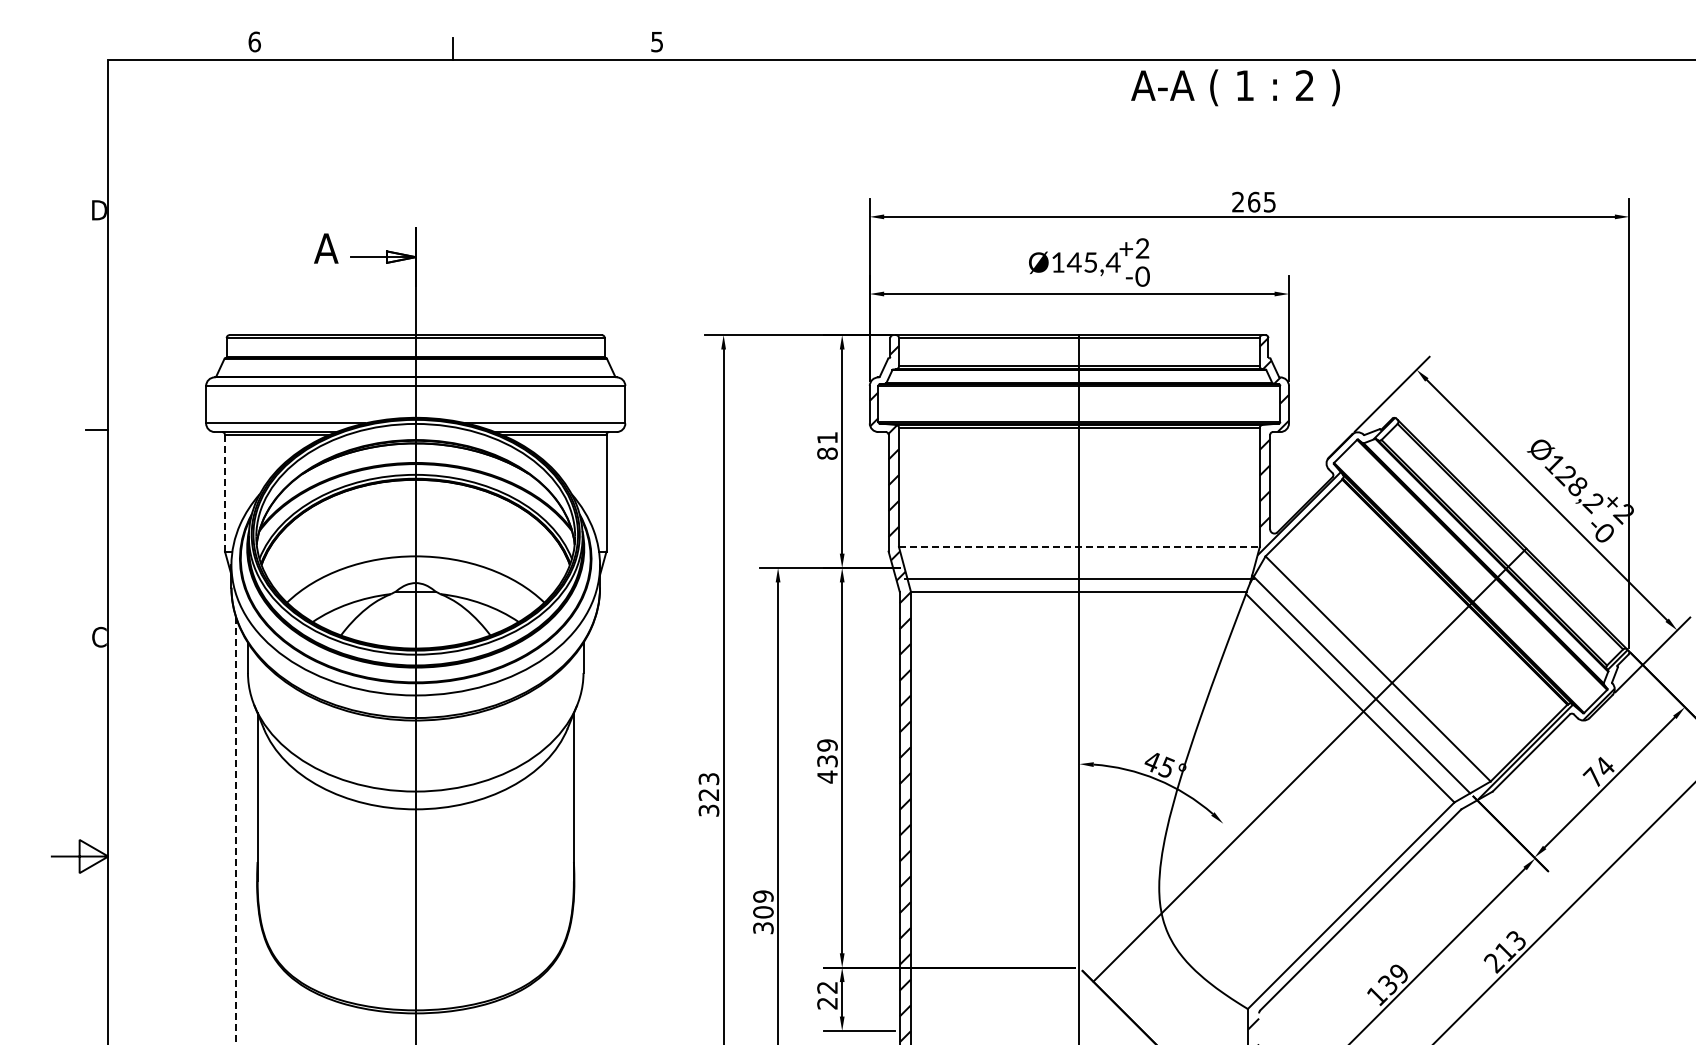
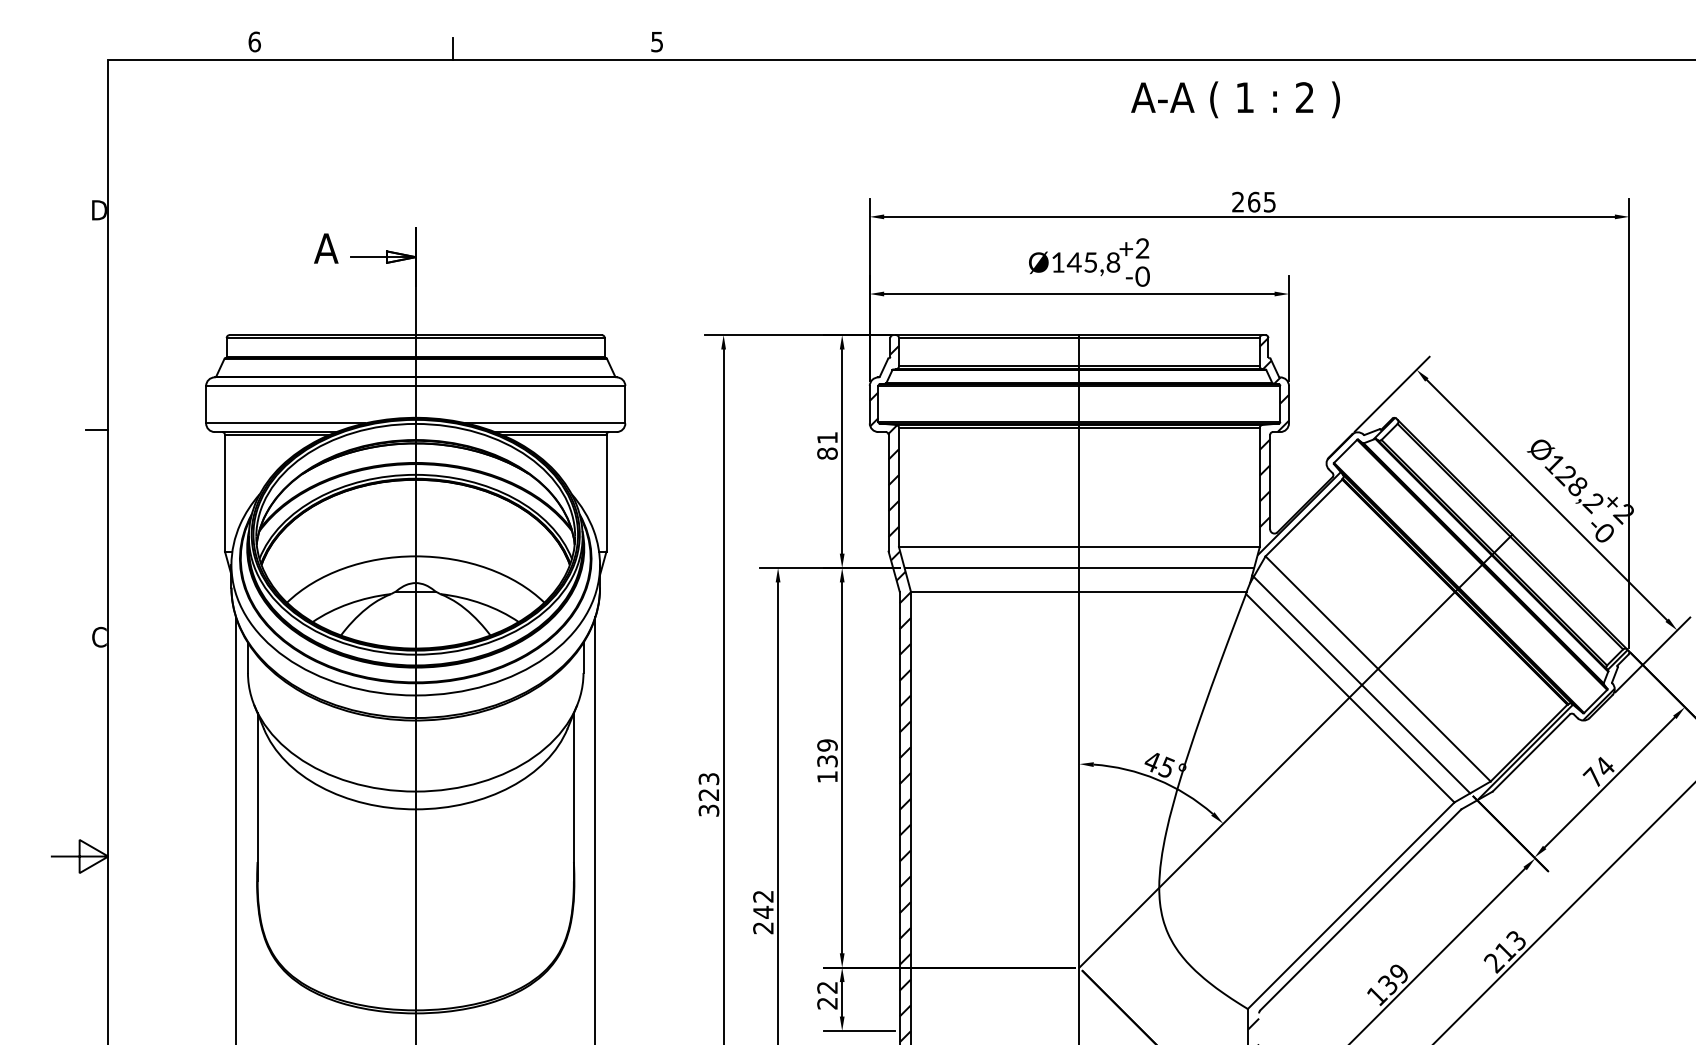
text at (1235, 87) position: (1235, 87) -> (1235, 99)
text at (1112, 262): Ø145,4 -> Ø145,8
line at (224, 493): dashed -> solid
line at (1079, 547): dashed -> solid
line at (1079, 579) position: (1079, 579) -> (1079, 568)
line at (1309, 764) position: (1309, 764) -> (1295, 750)
text at (827, 776): 439 -> 139
line at (595, 829): none -> present
line at (236, 831): dashed -> solid
text at (763, 912): 309 -> 242
